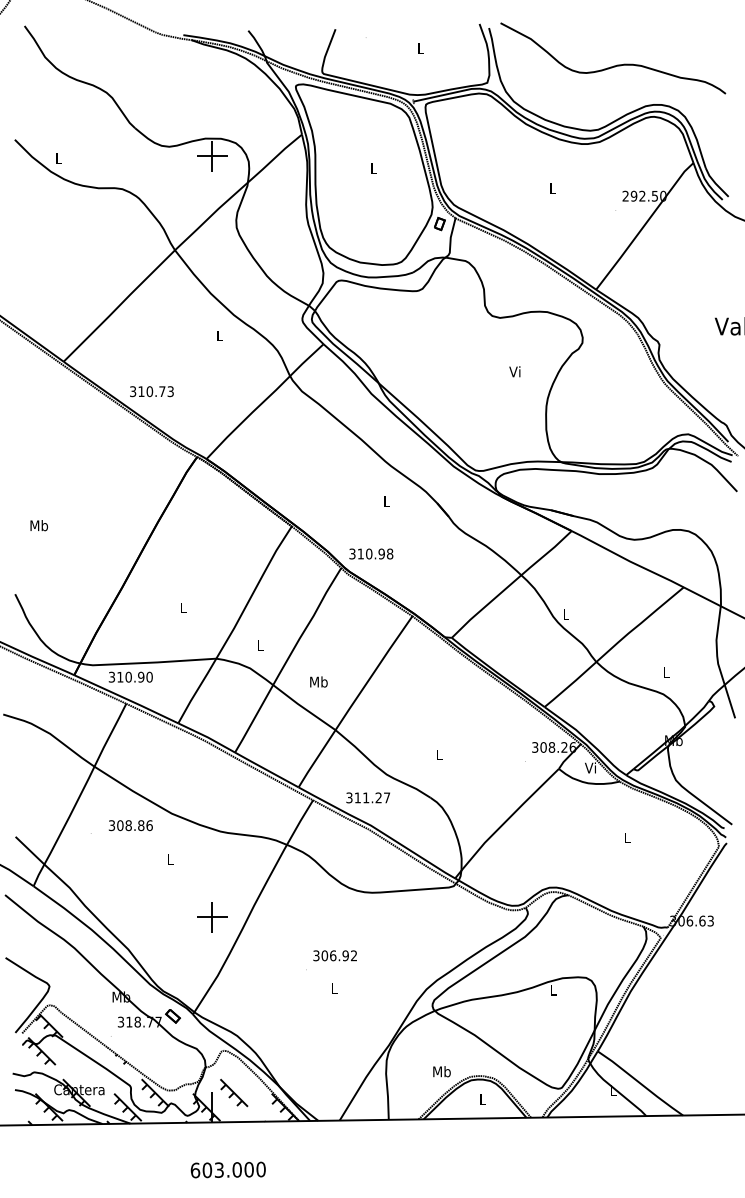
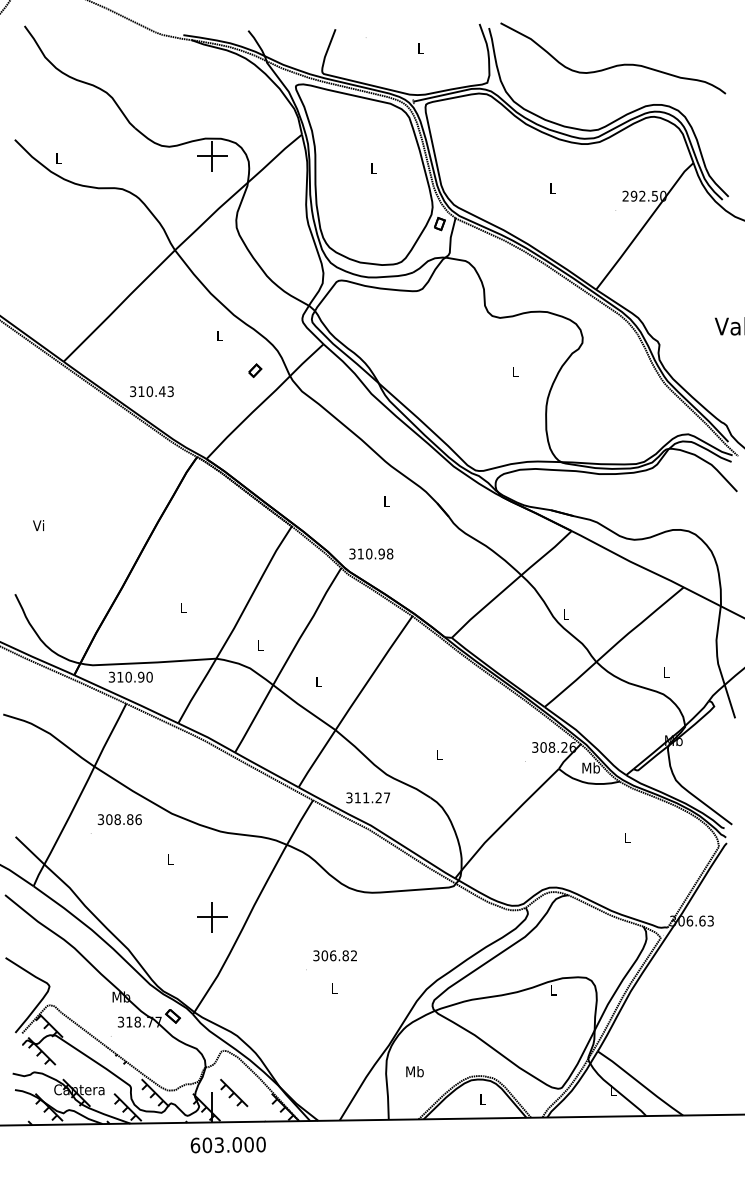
part at (255, 370): none -> present
text at (514, 371): Vi -> L
text at (161, 391): 310.73 -> 310.43
text at (39, 525): Mb -> Vi
text at (318, 681): Mb -> L
text at (590, 767): Vi -> Mb
text at (130, 825) position: (130, 825) -> (119, 819)
text at (345, 955): 306.92 -> 306.82
text at (441, 1071) position: (441, 1071) -> (414, 1071)
text at (227, 1169) position: (227, 1169) -> (227, 1144)
